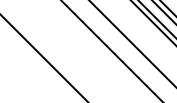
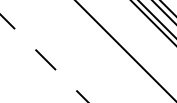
line at (132, 43): present -> none
line at (111, 50) position: (111, 50) -> (125, 50)
line at (44, 58): solid -> dashed
